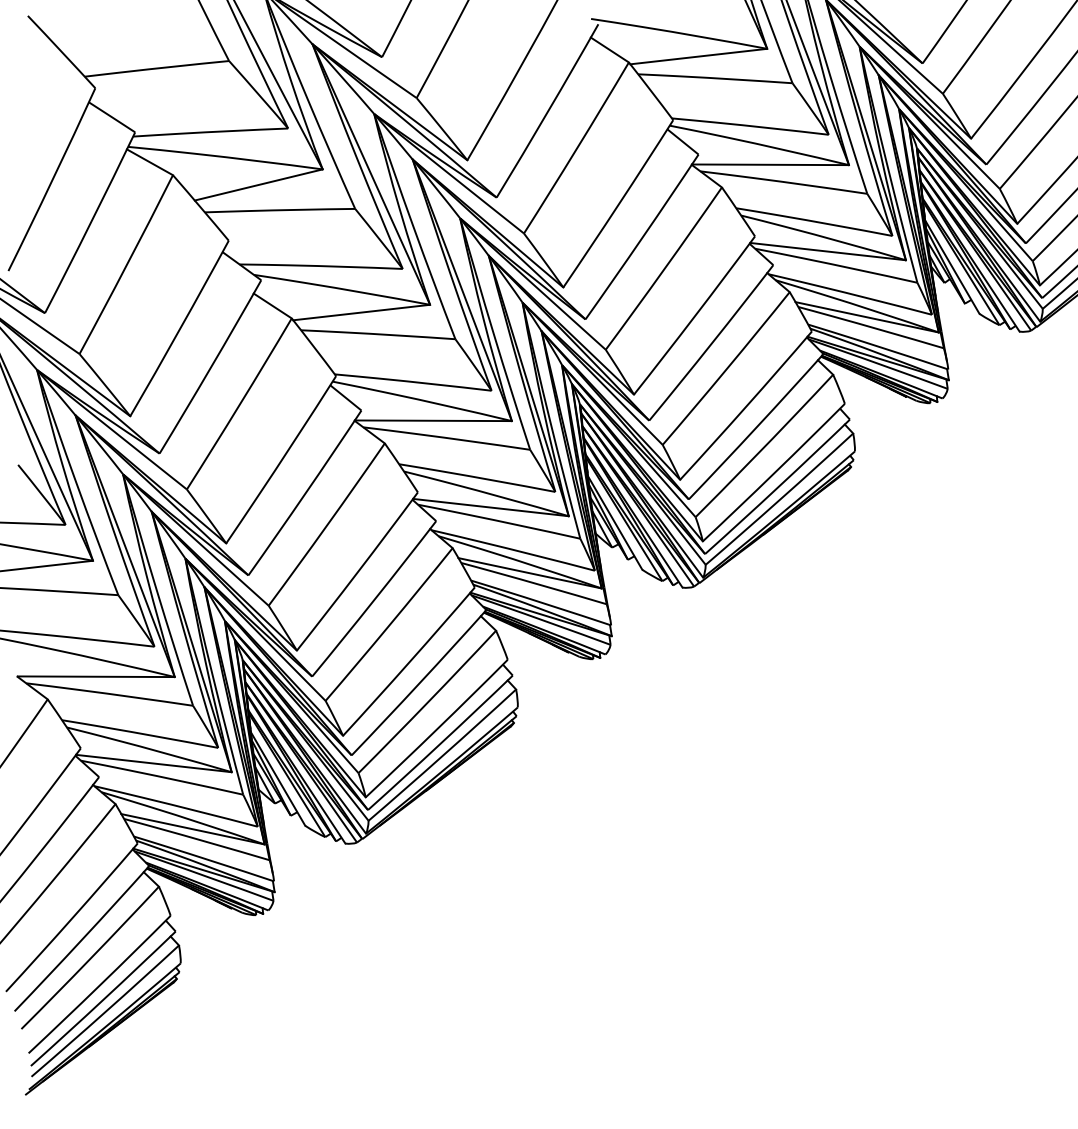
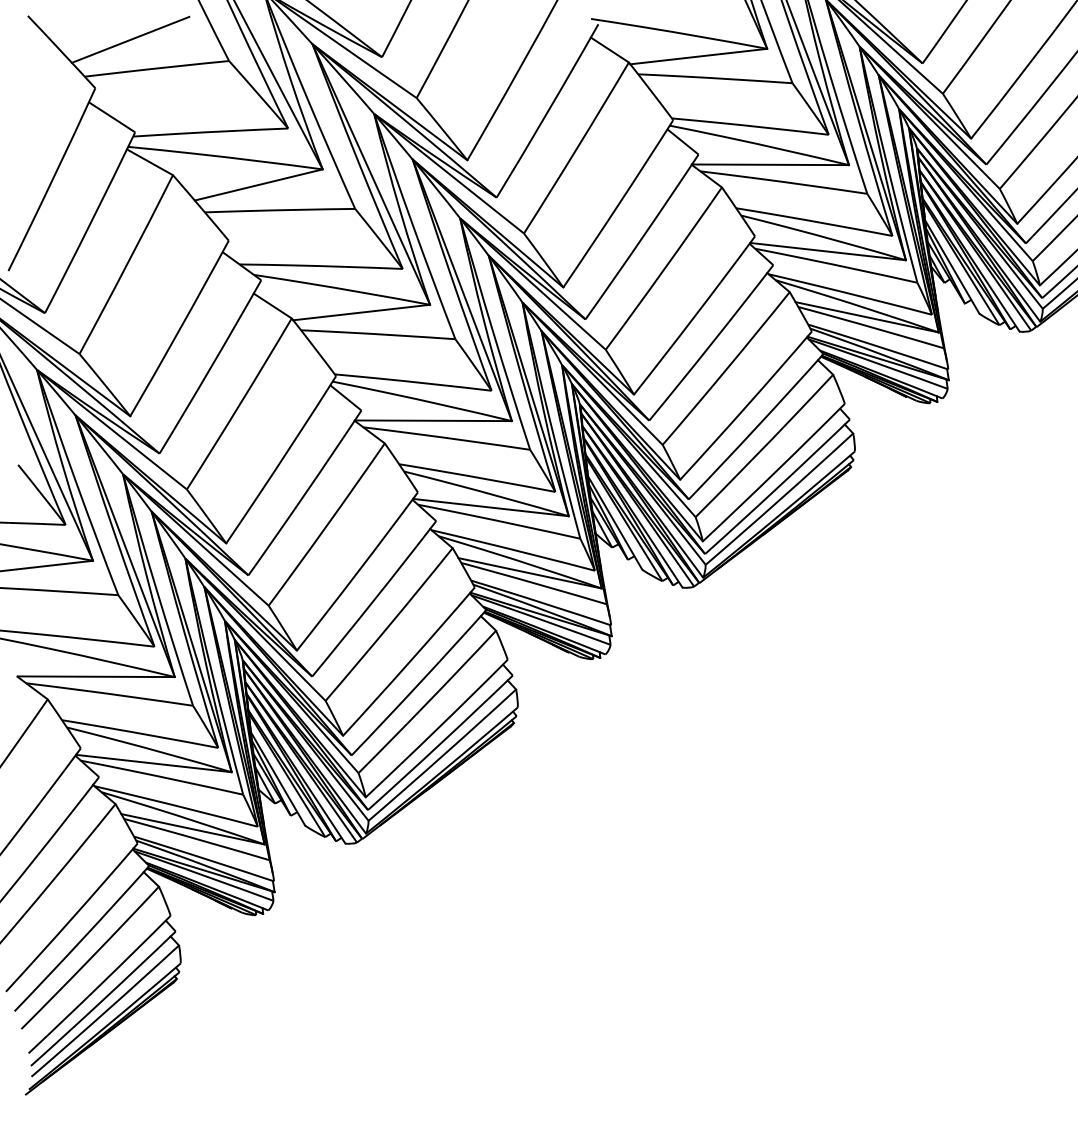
line at (130, 39): none -> present
